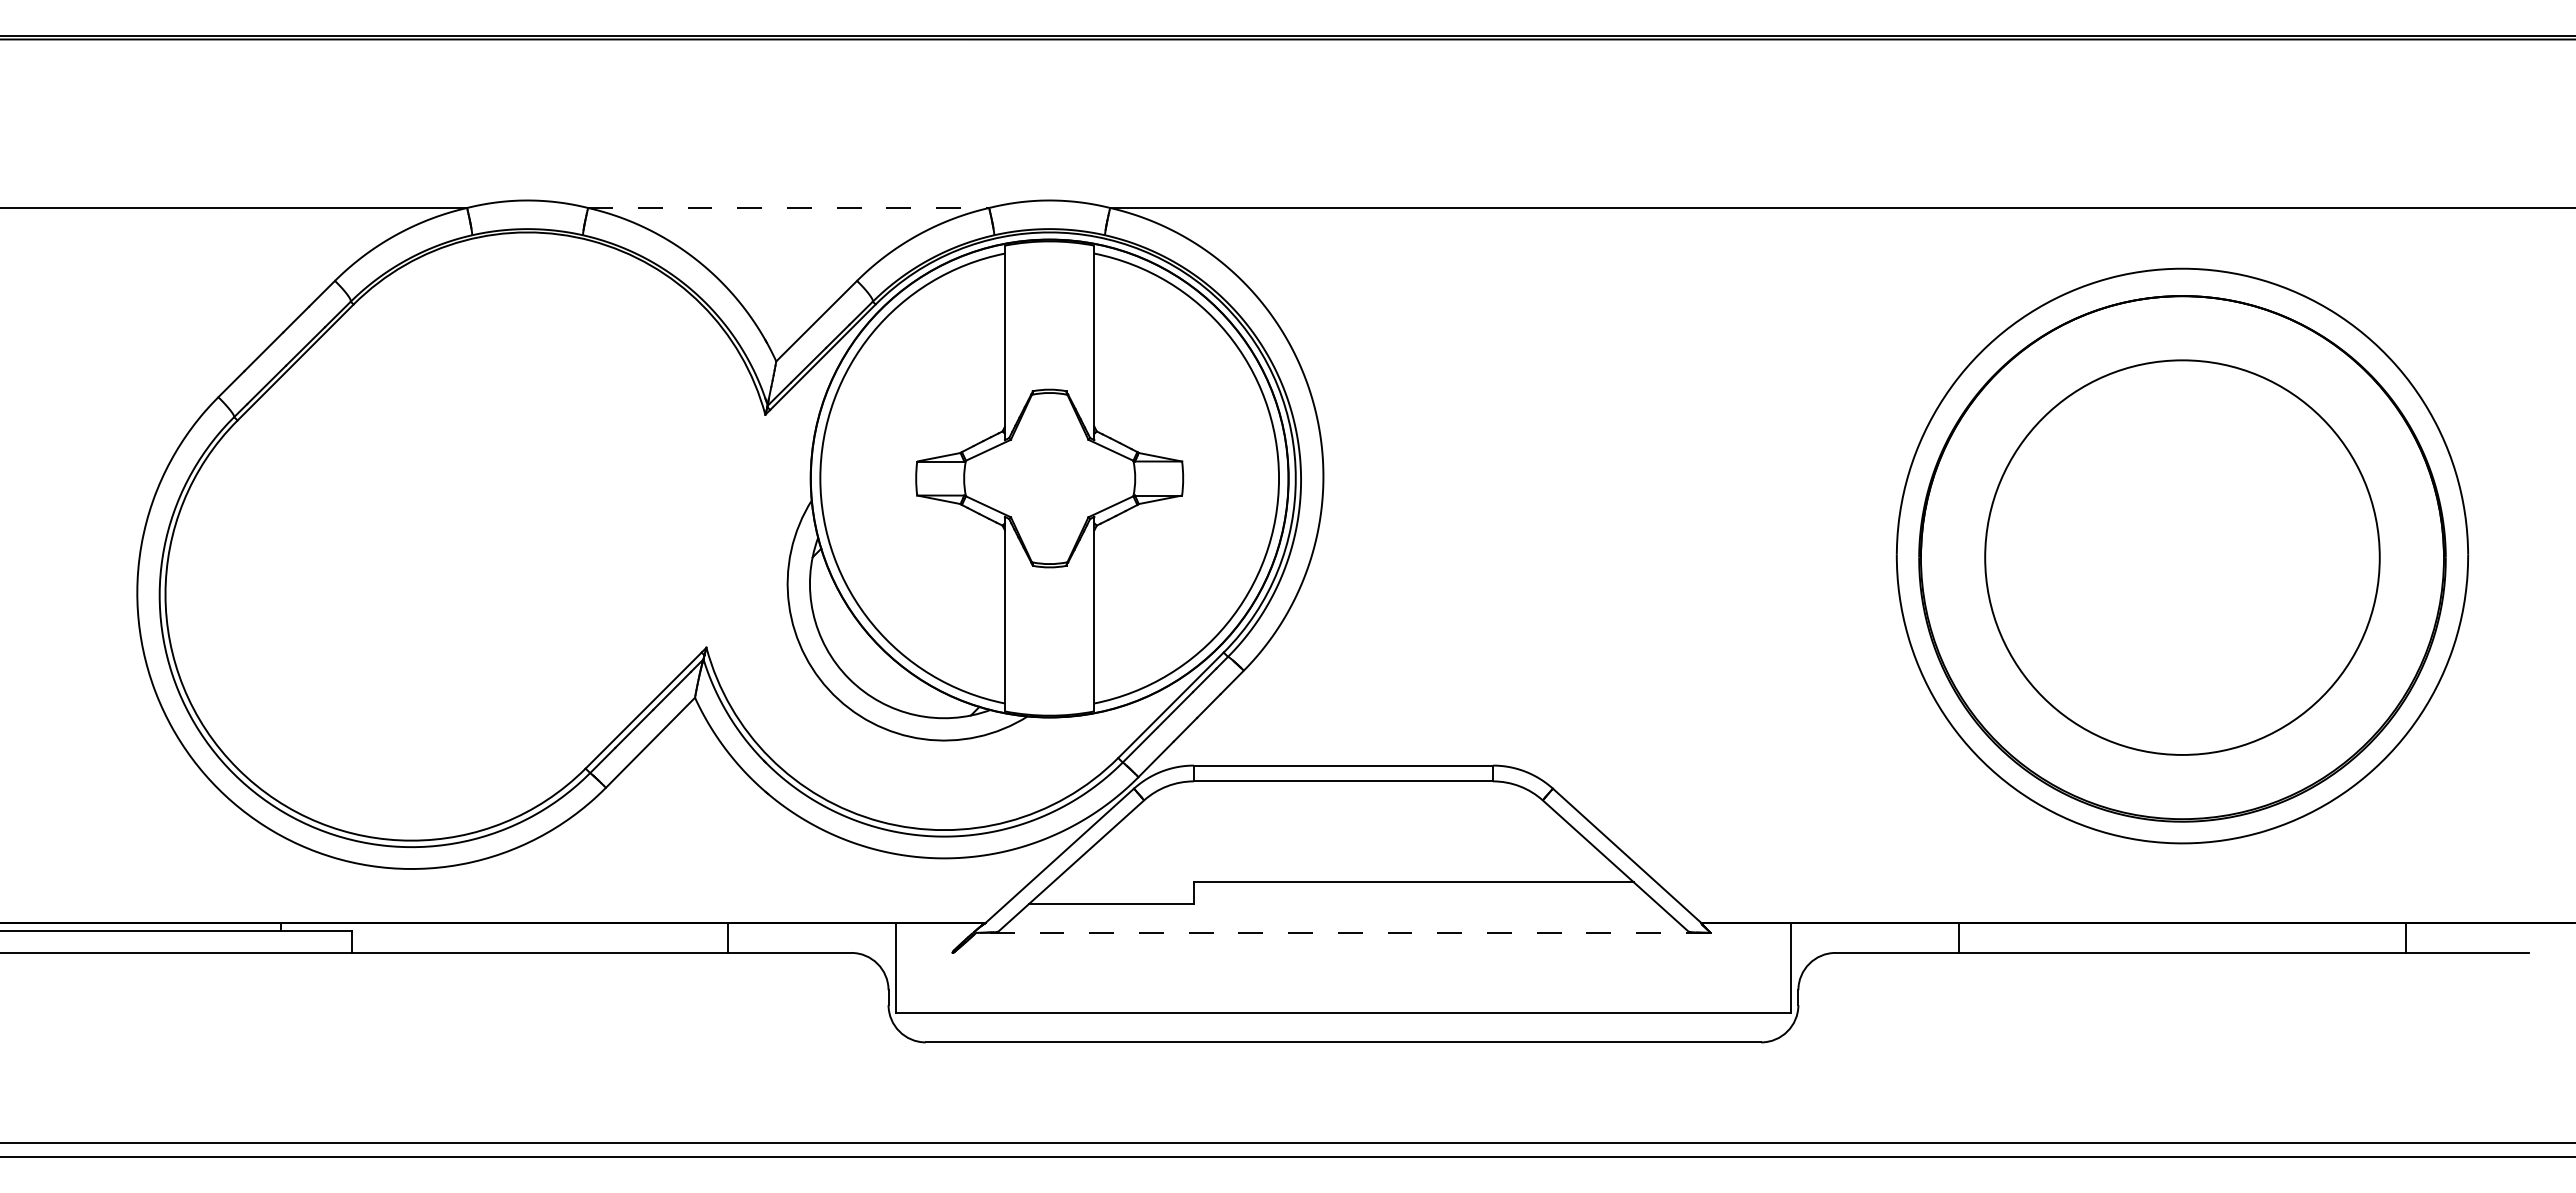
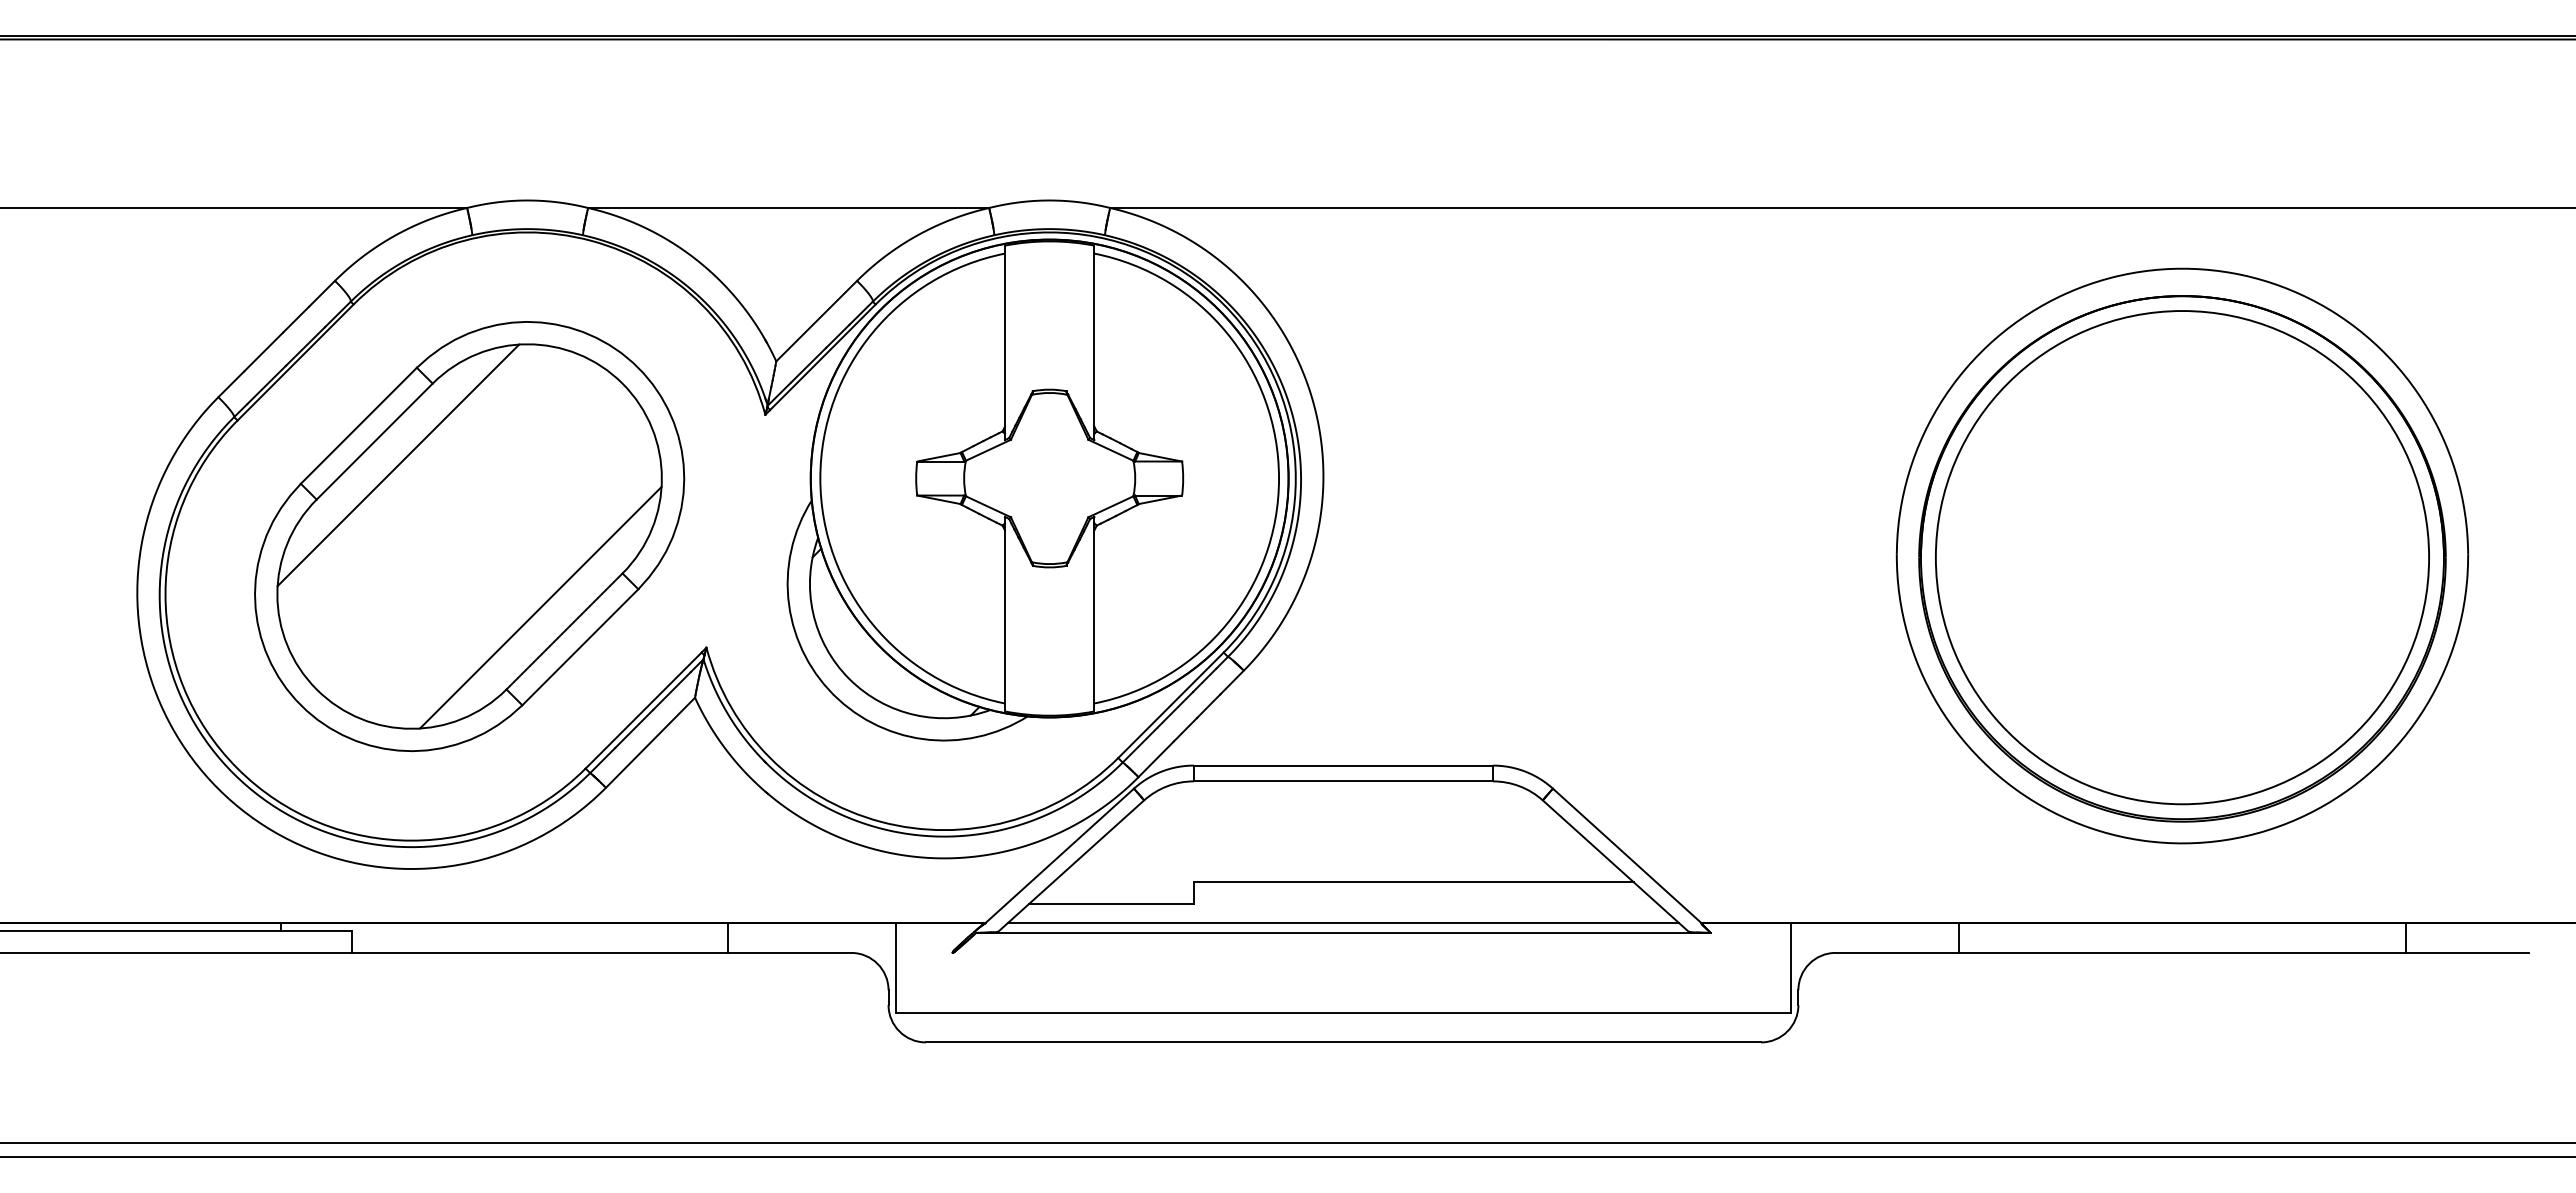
line at (788, 208): dashed -> solid
part at (469, 536): none -> present
circle at (2182, 557) diameter: 395 px -> 493 px
line at (1343, 923): none -> present
line at (1342, 932): dashed -> solid
